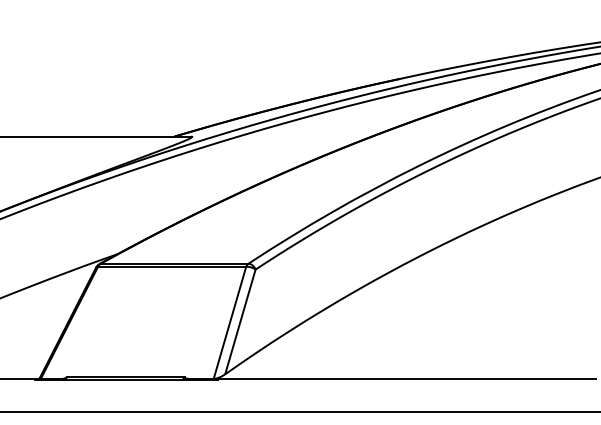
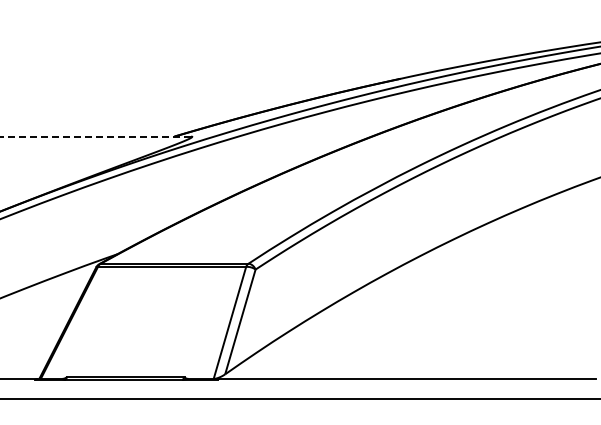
line at (95, 136): solid -> dashed
line at (299, 412) position: (299, 412) -> (299, 399)
